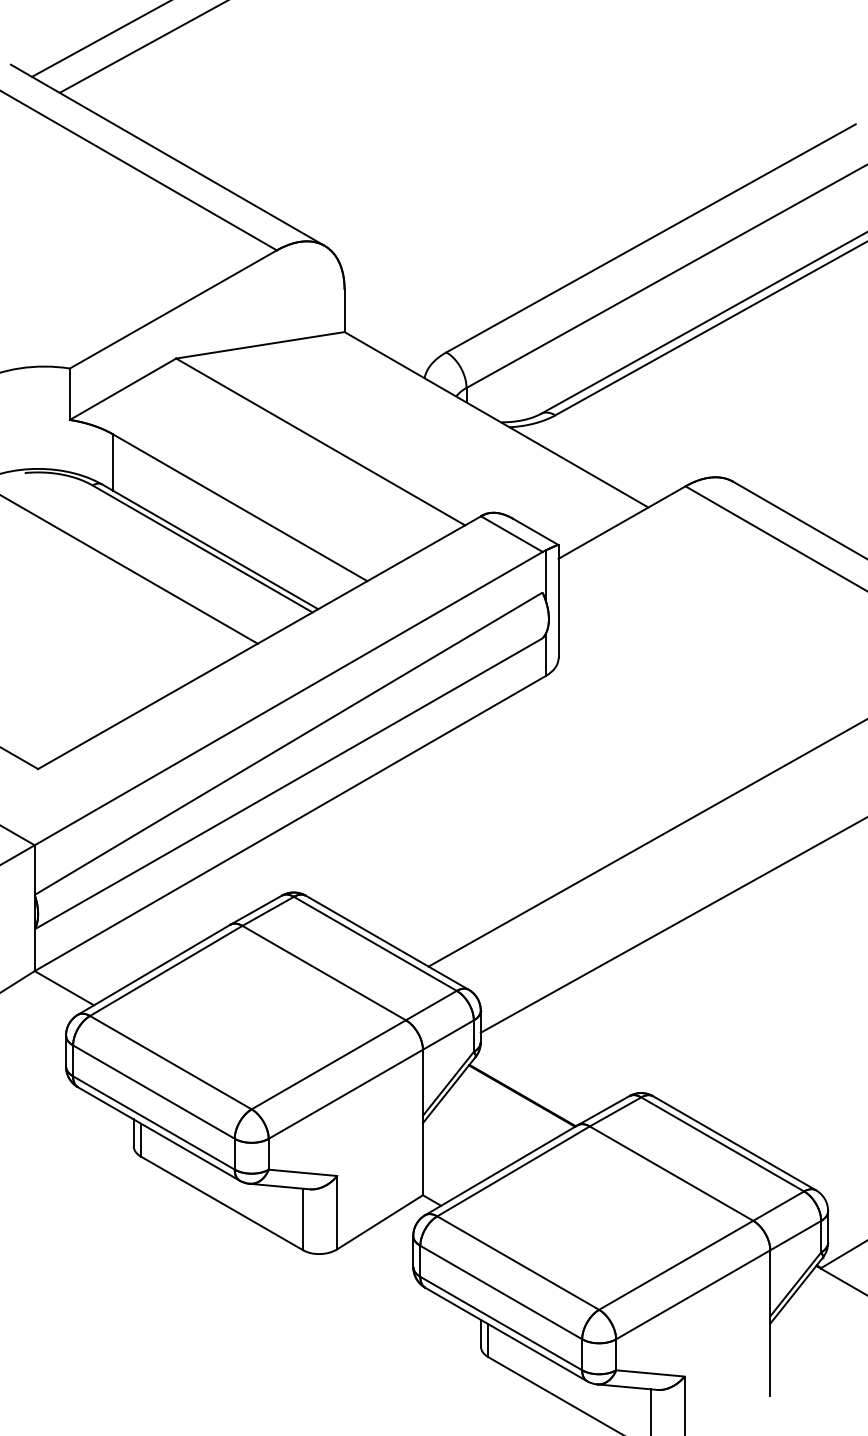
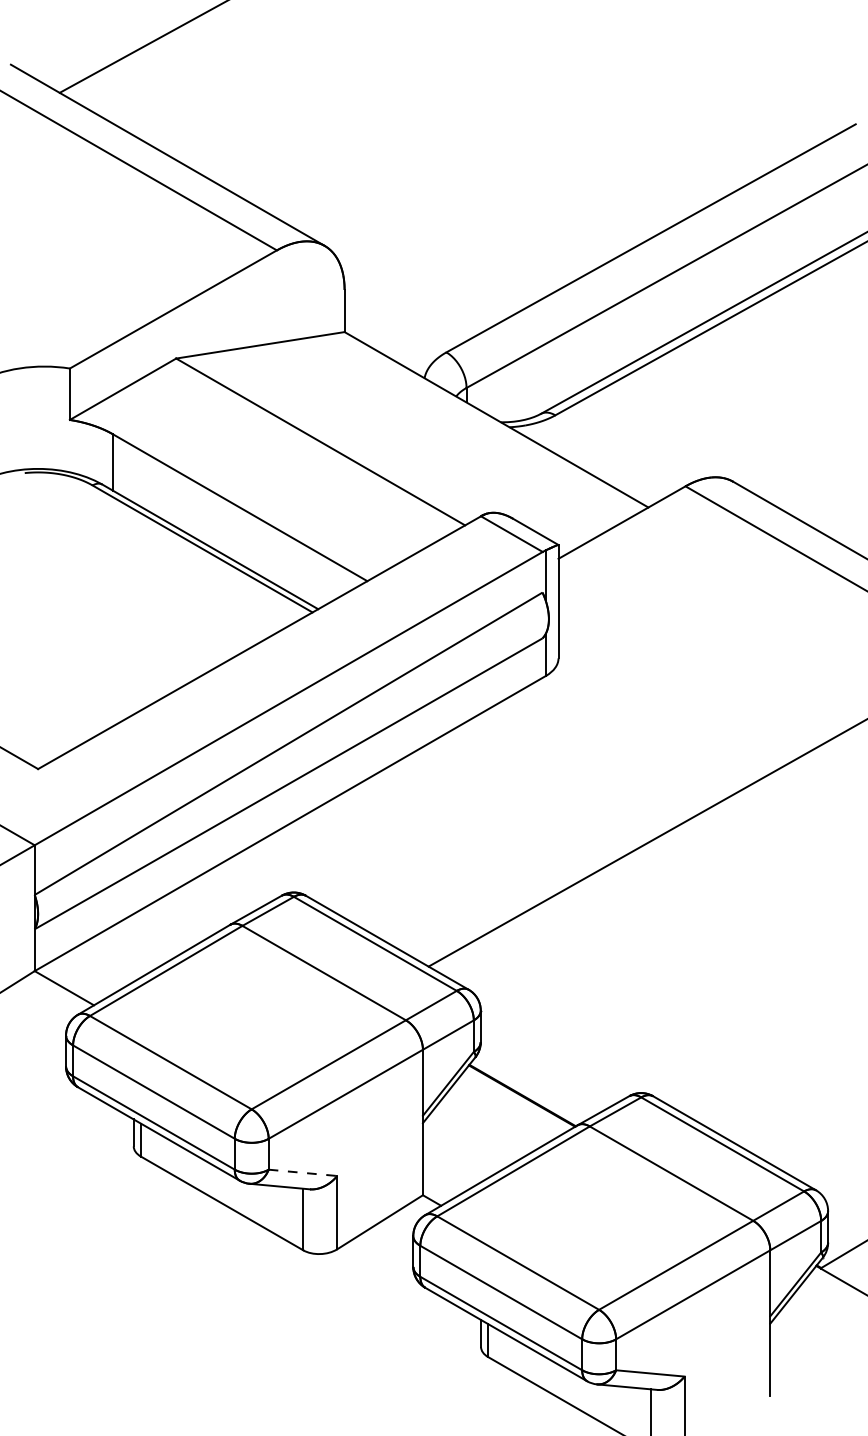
line at (99, 39): present -> none
line at (129, 569): present -> none
line at (672, 925): present -> none
line at (303, 1172): solid -> dashed
